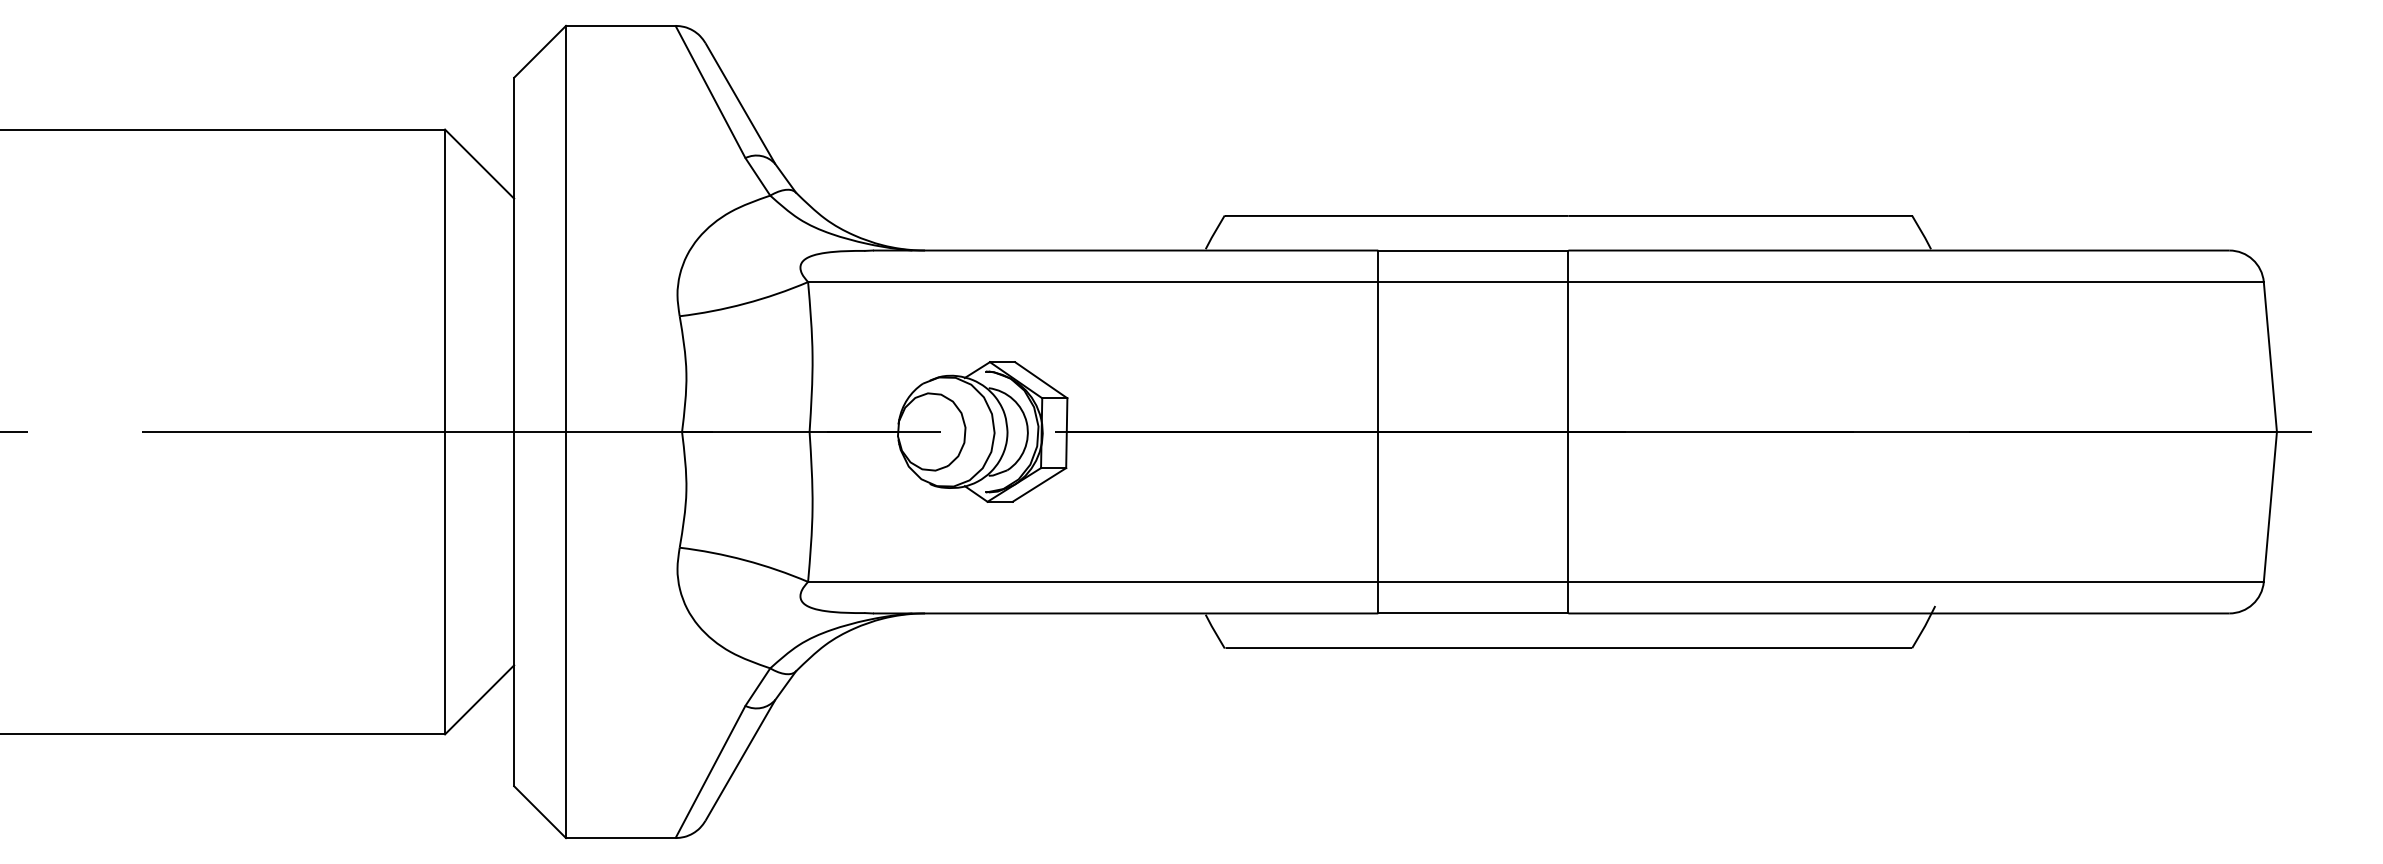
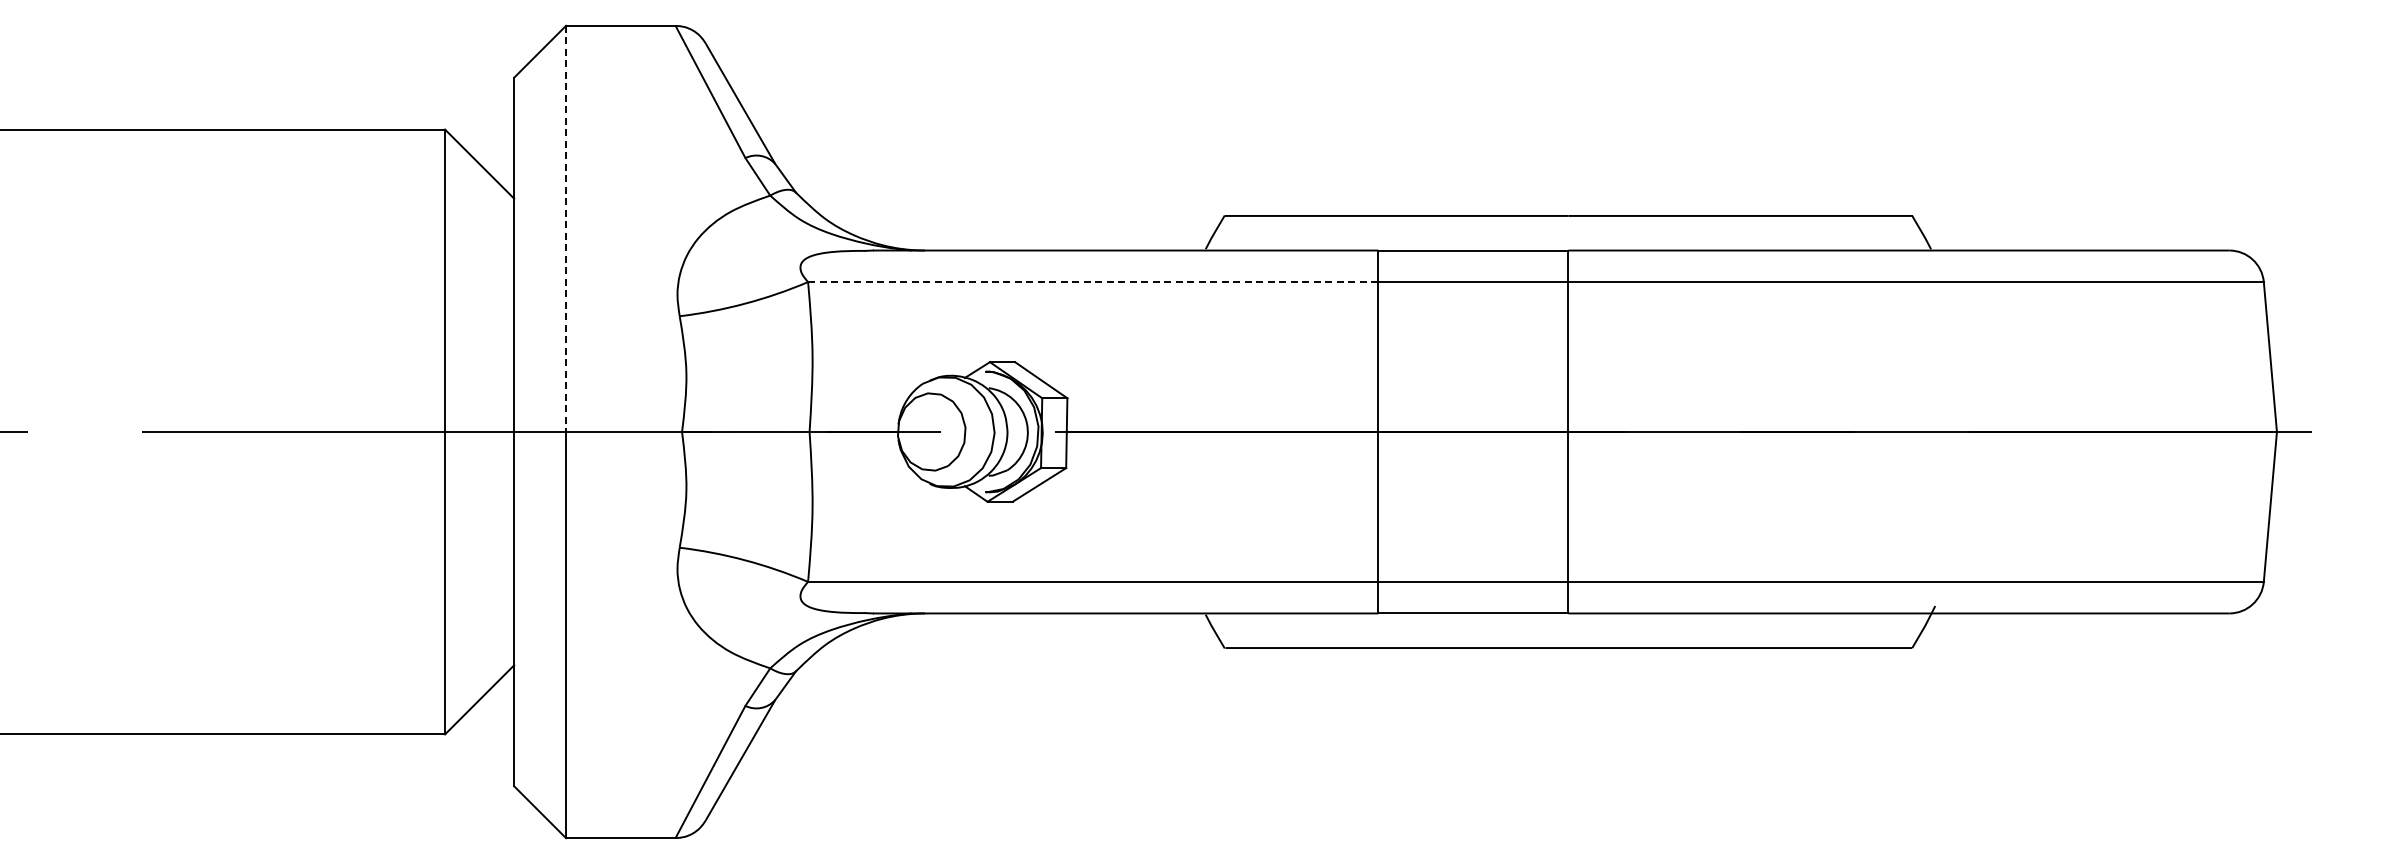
line at (566, 229): solid -> dashed
line at (1093, 282): solid -> dashed
